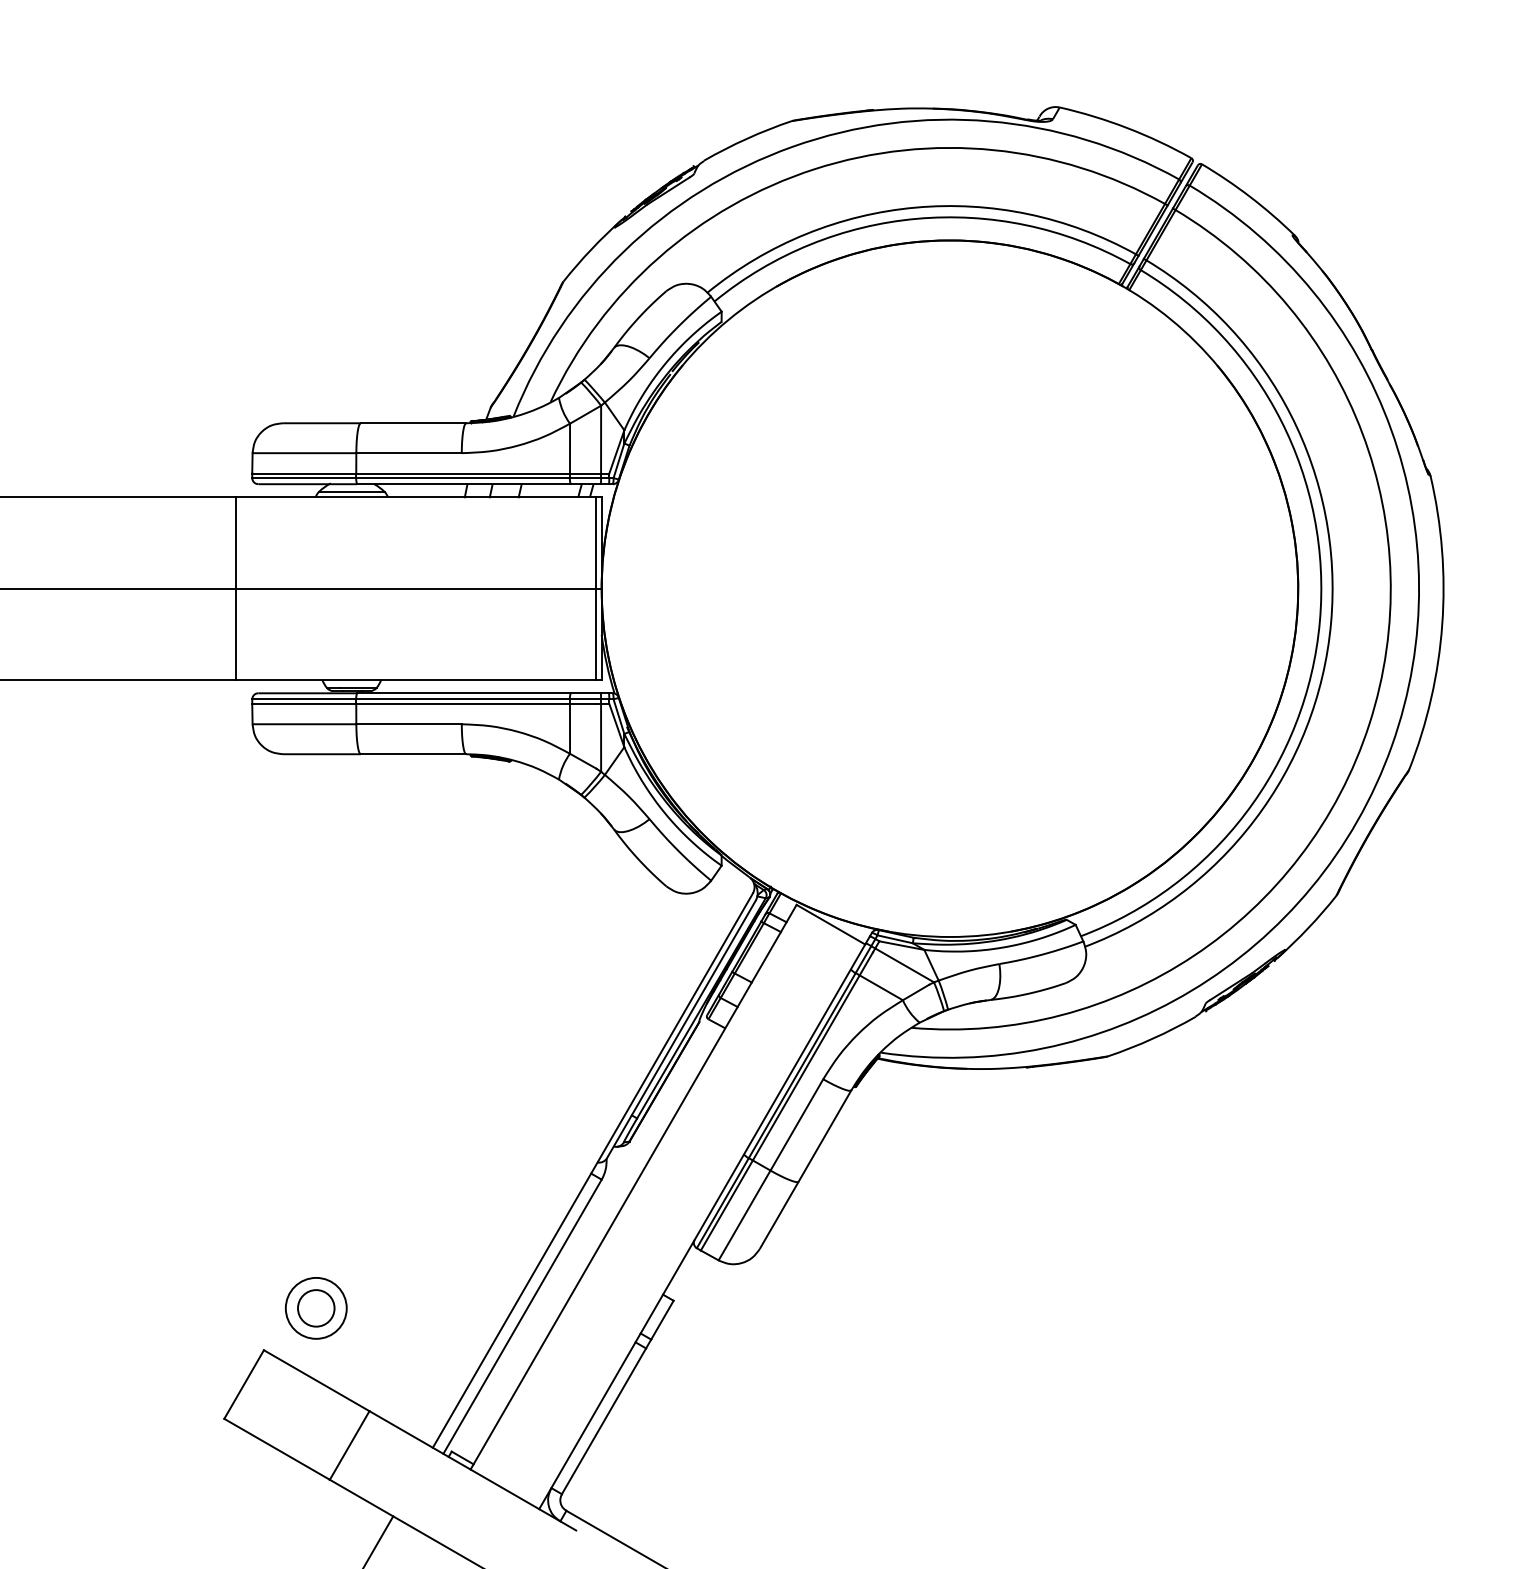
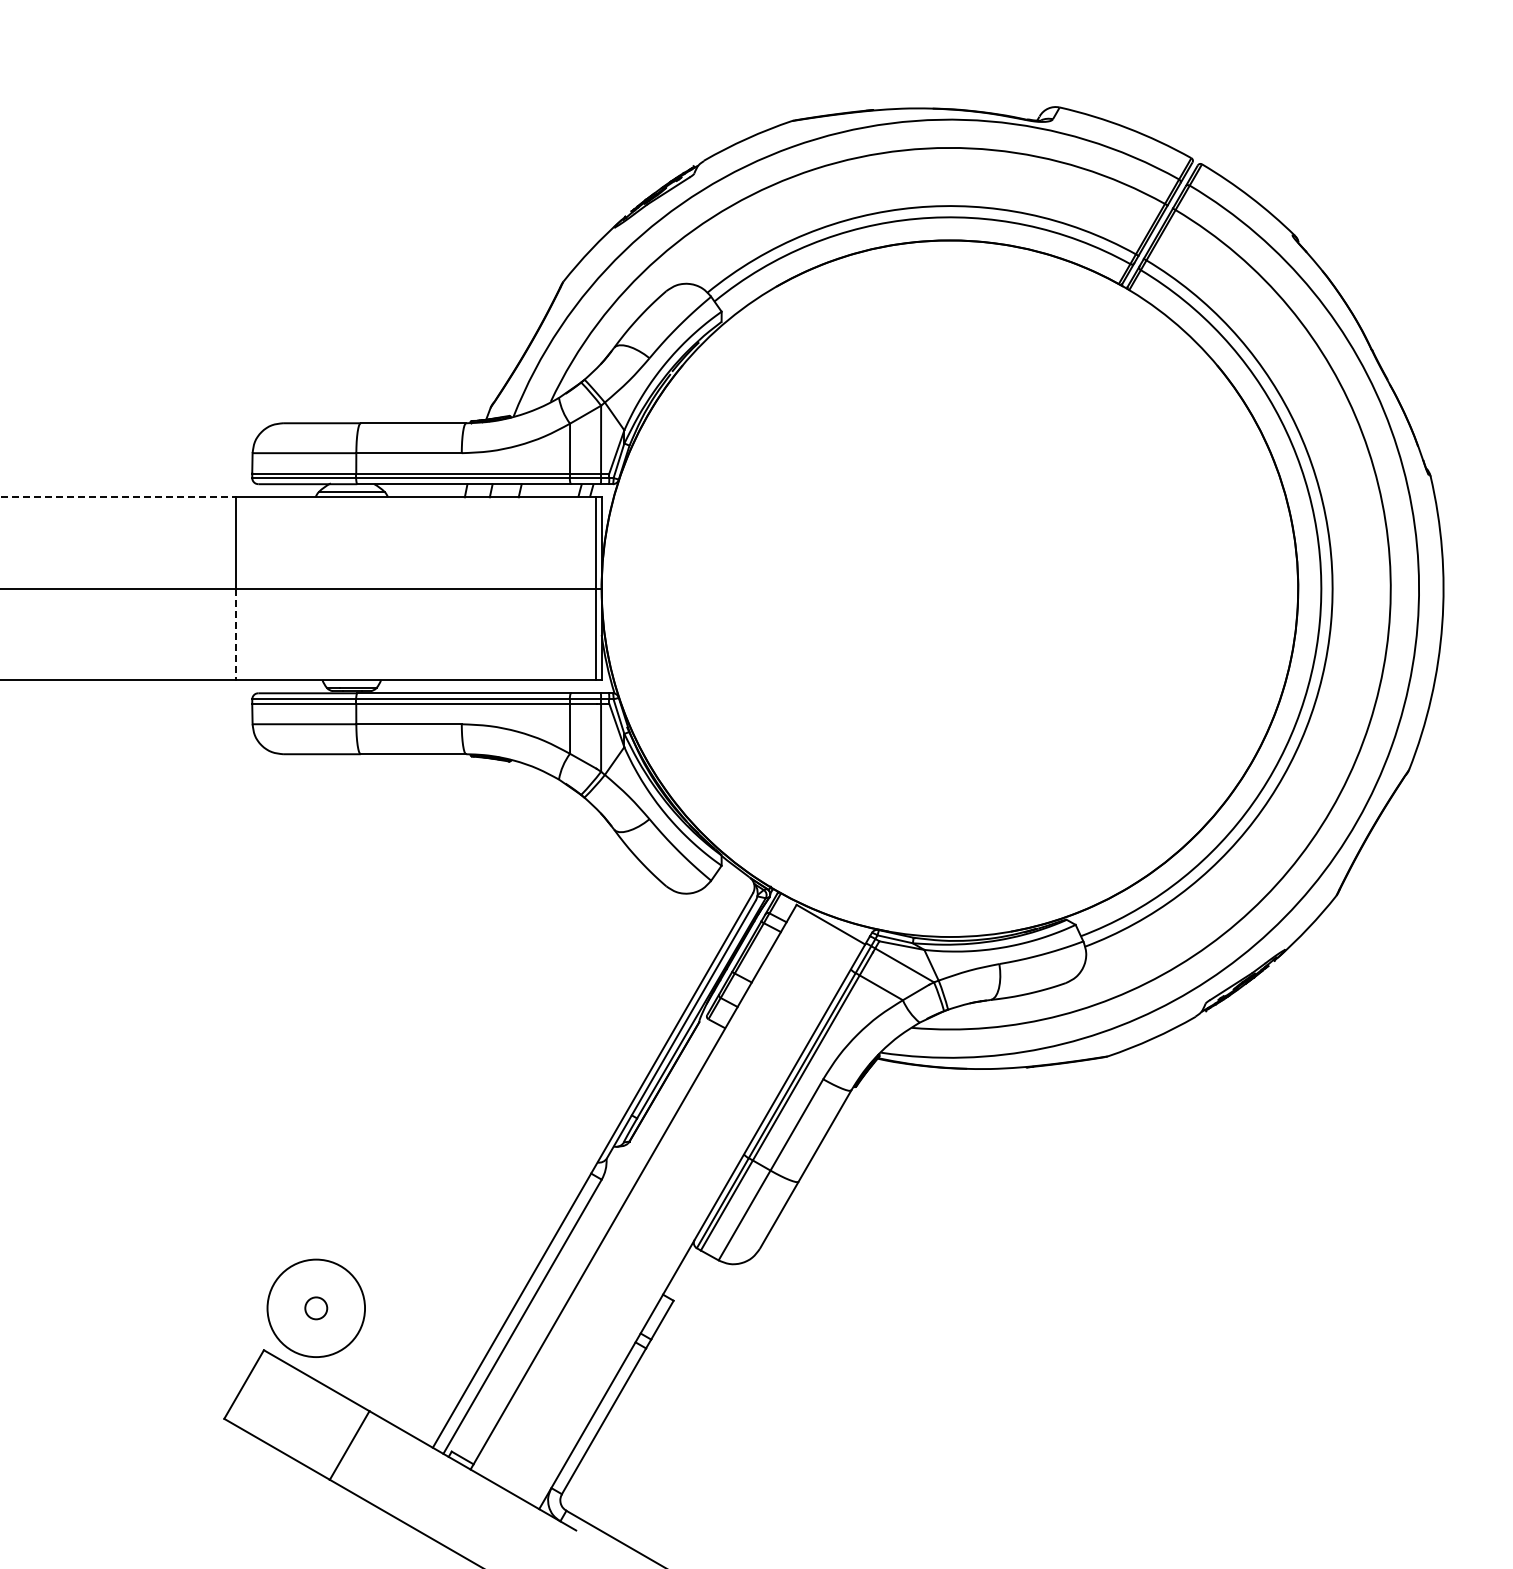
line at (118, 497): solid -> dashed
line at (236, 634): solid -> dashed
circle at (315, 1307) diameter: 61 px -> 98 px
circle at (316, 1308) diameter: 37 px -> 22 px
line at (378, 1540): present -> none
